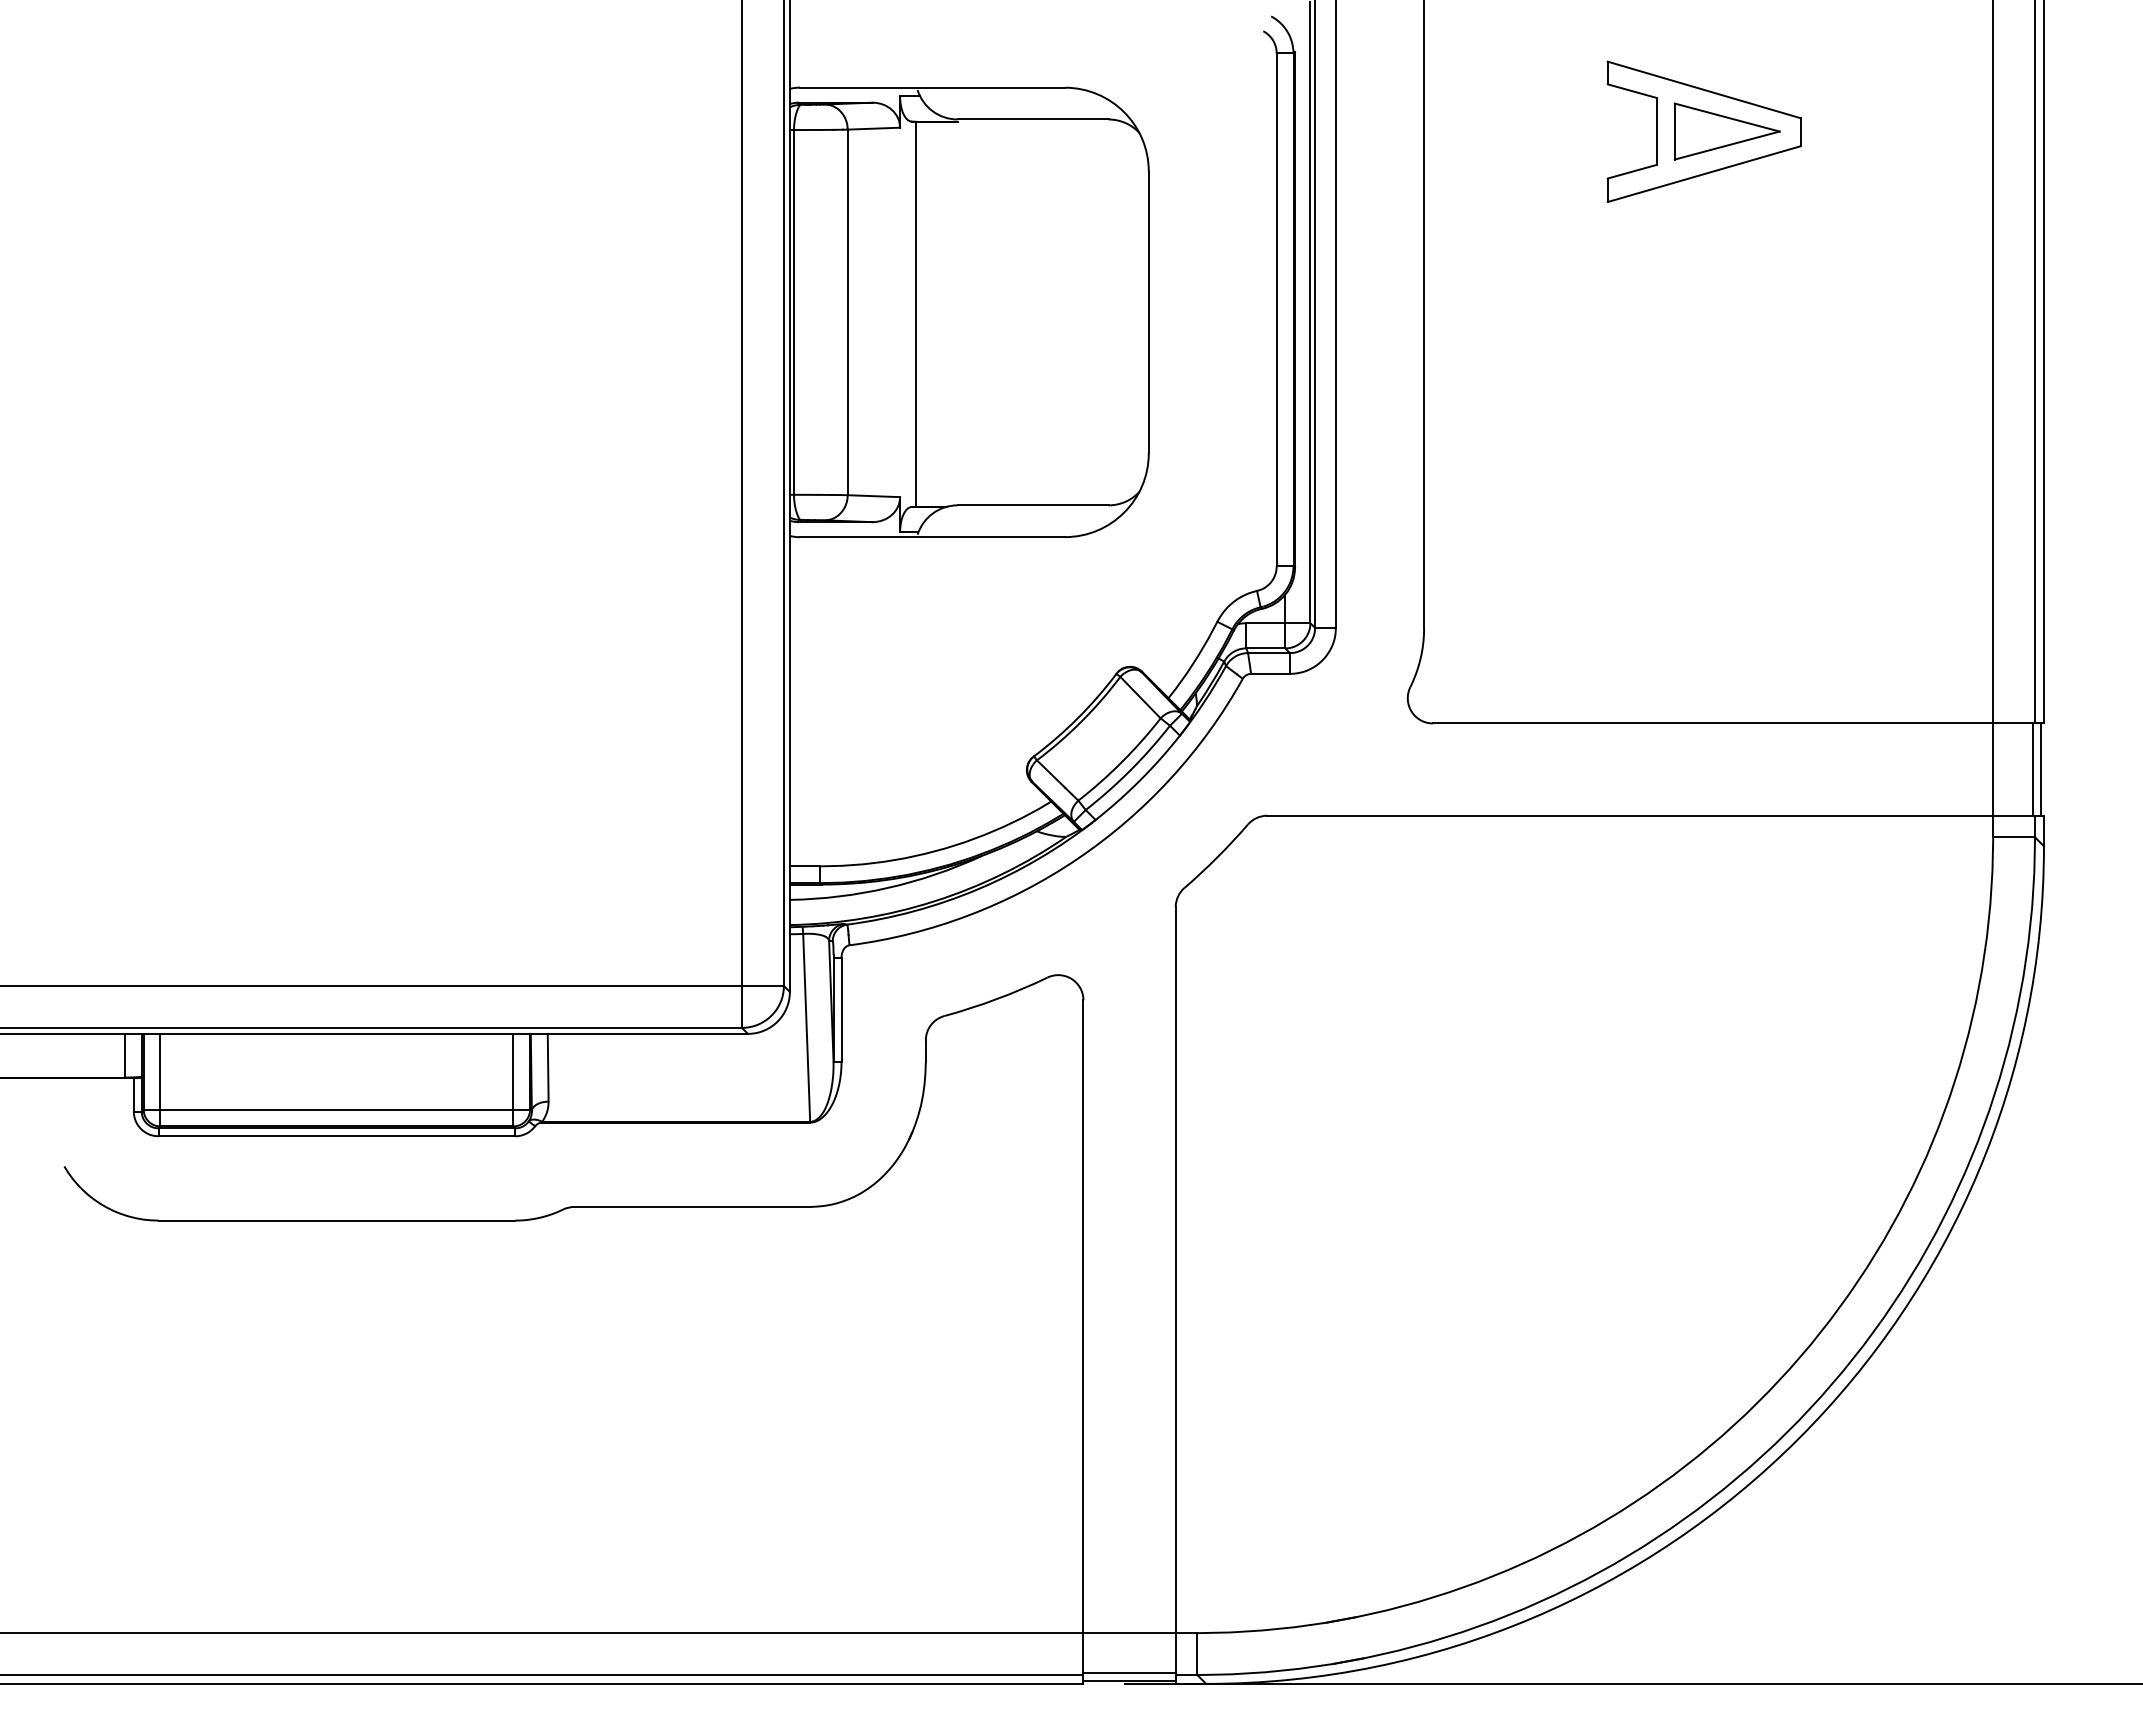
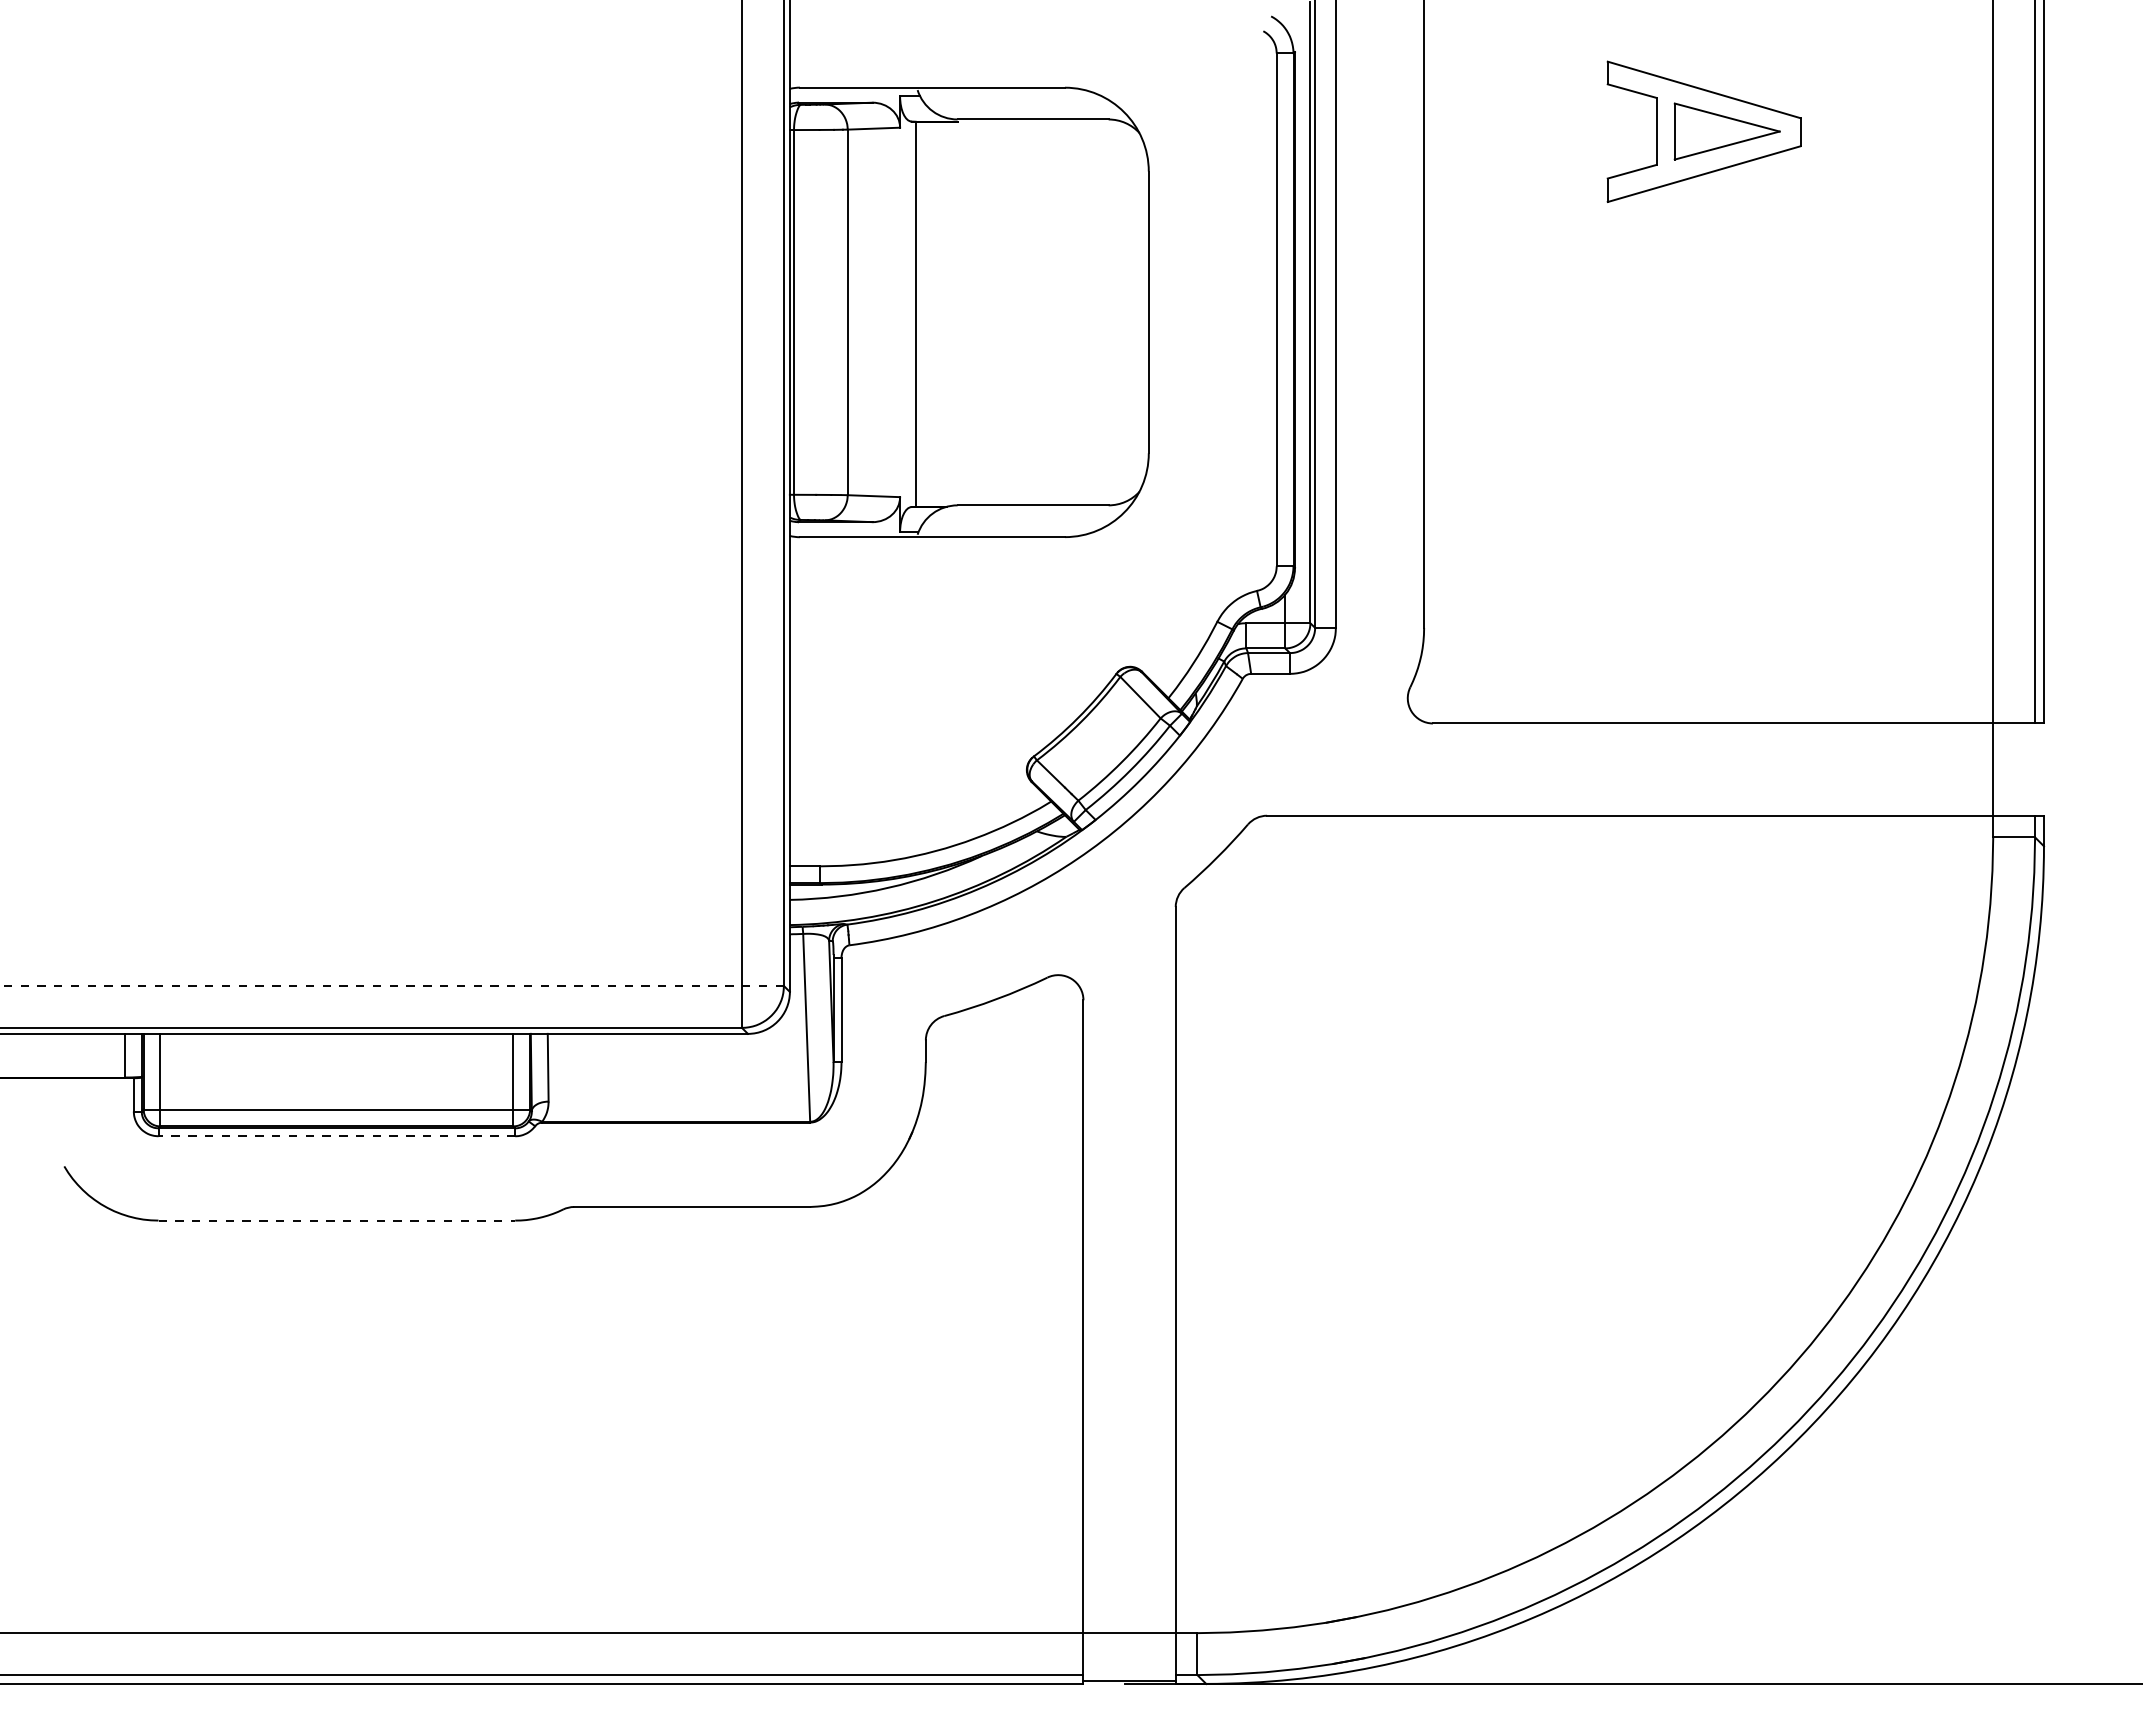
line at (2032, 769): present -> none
line at (2041, 769): present -> none
line at (391, 985): solid -> dashed
line at (336, 1136): solid -> dashed
line at (337, 1220): solid -> dashed
line at (1129, 1672): present -> none
